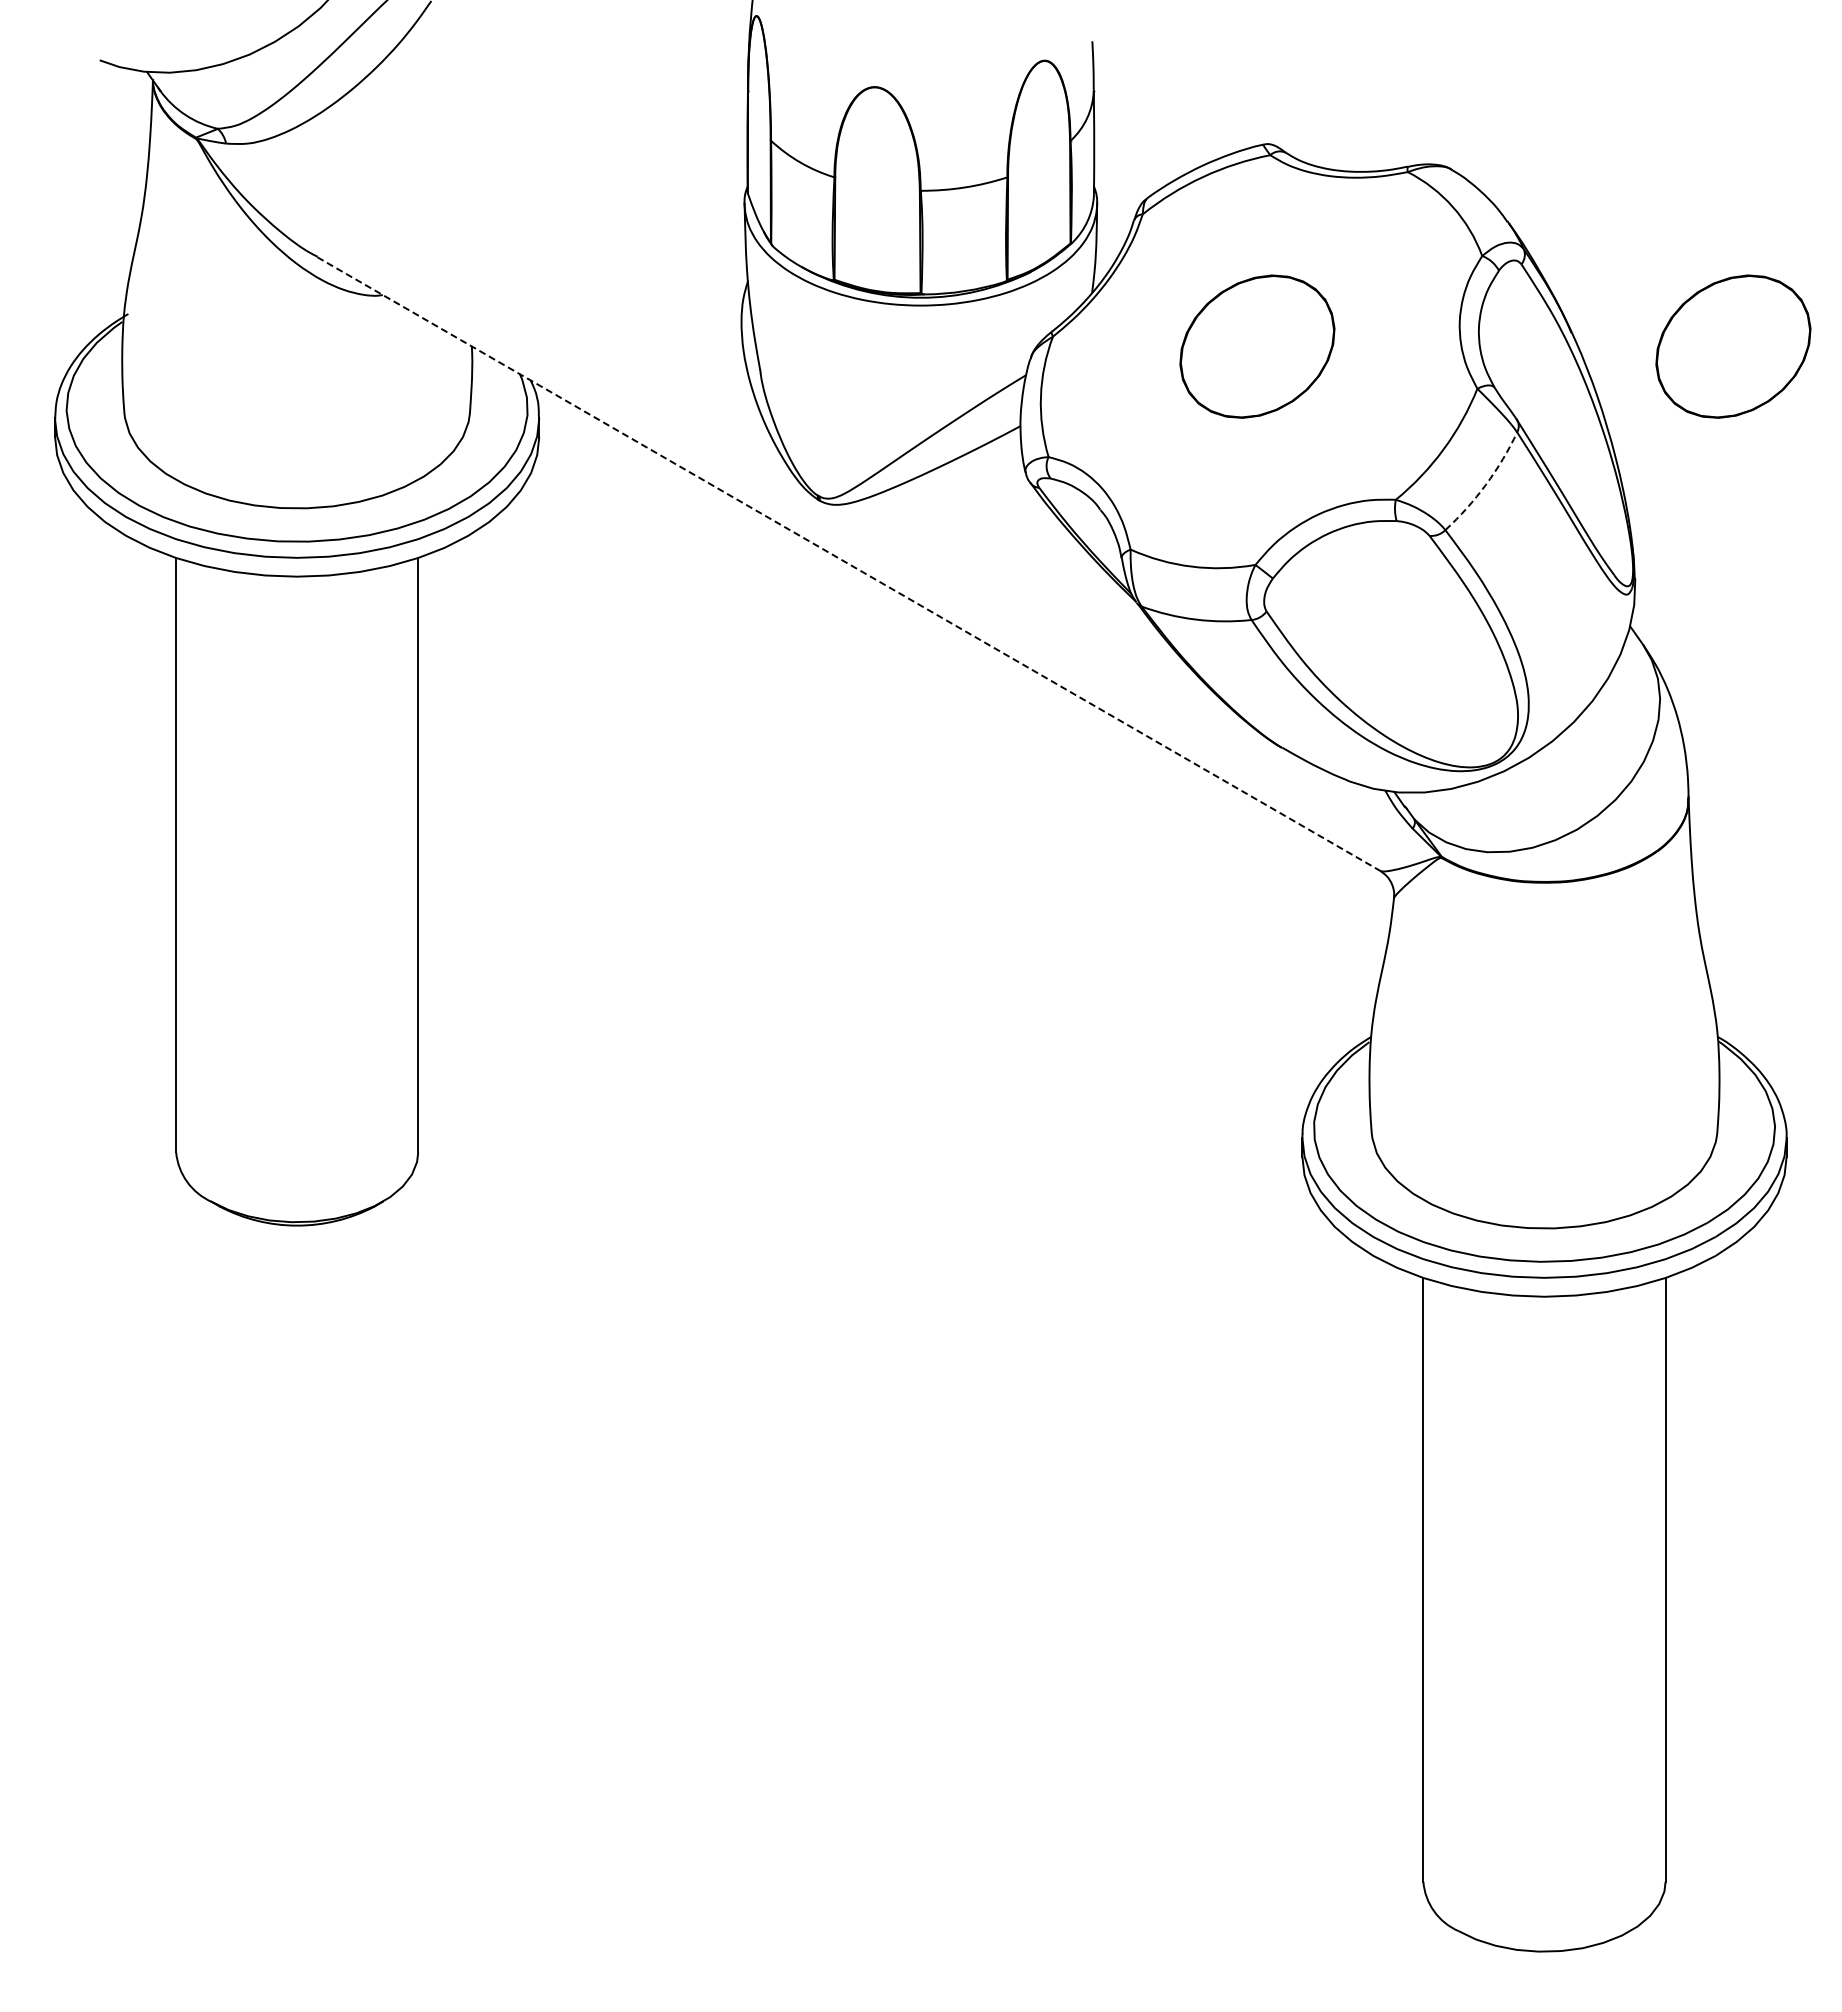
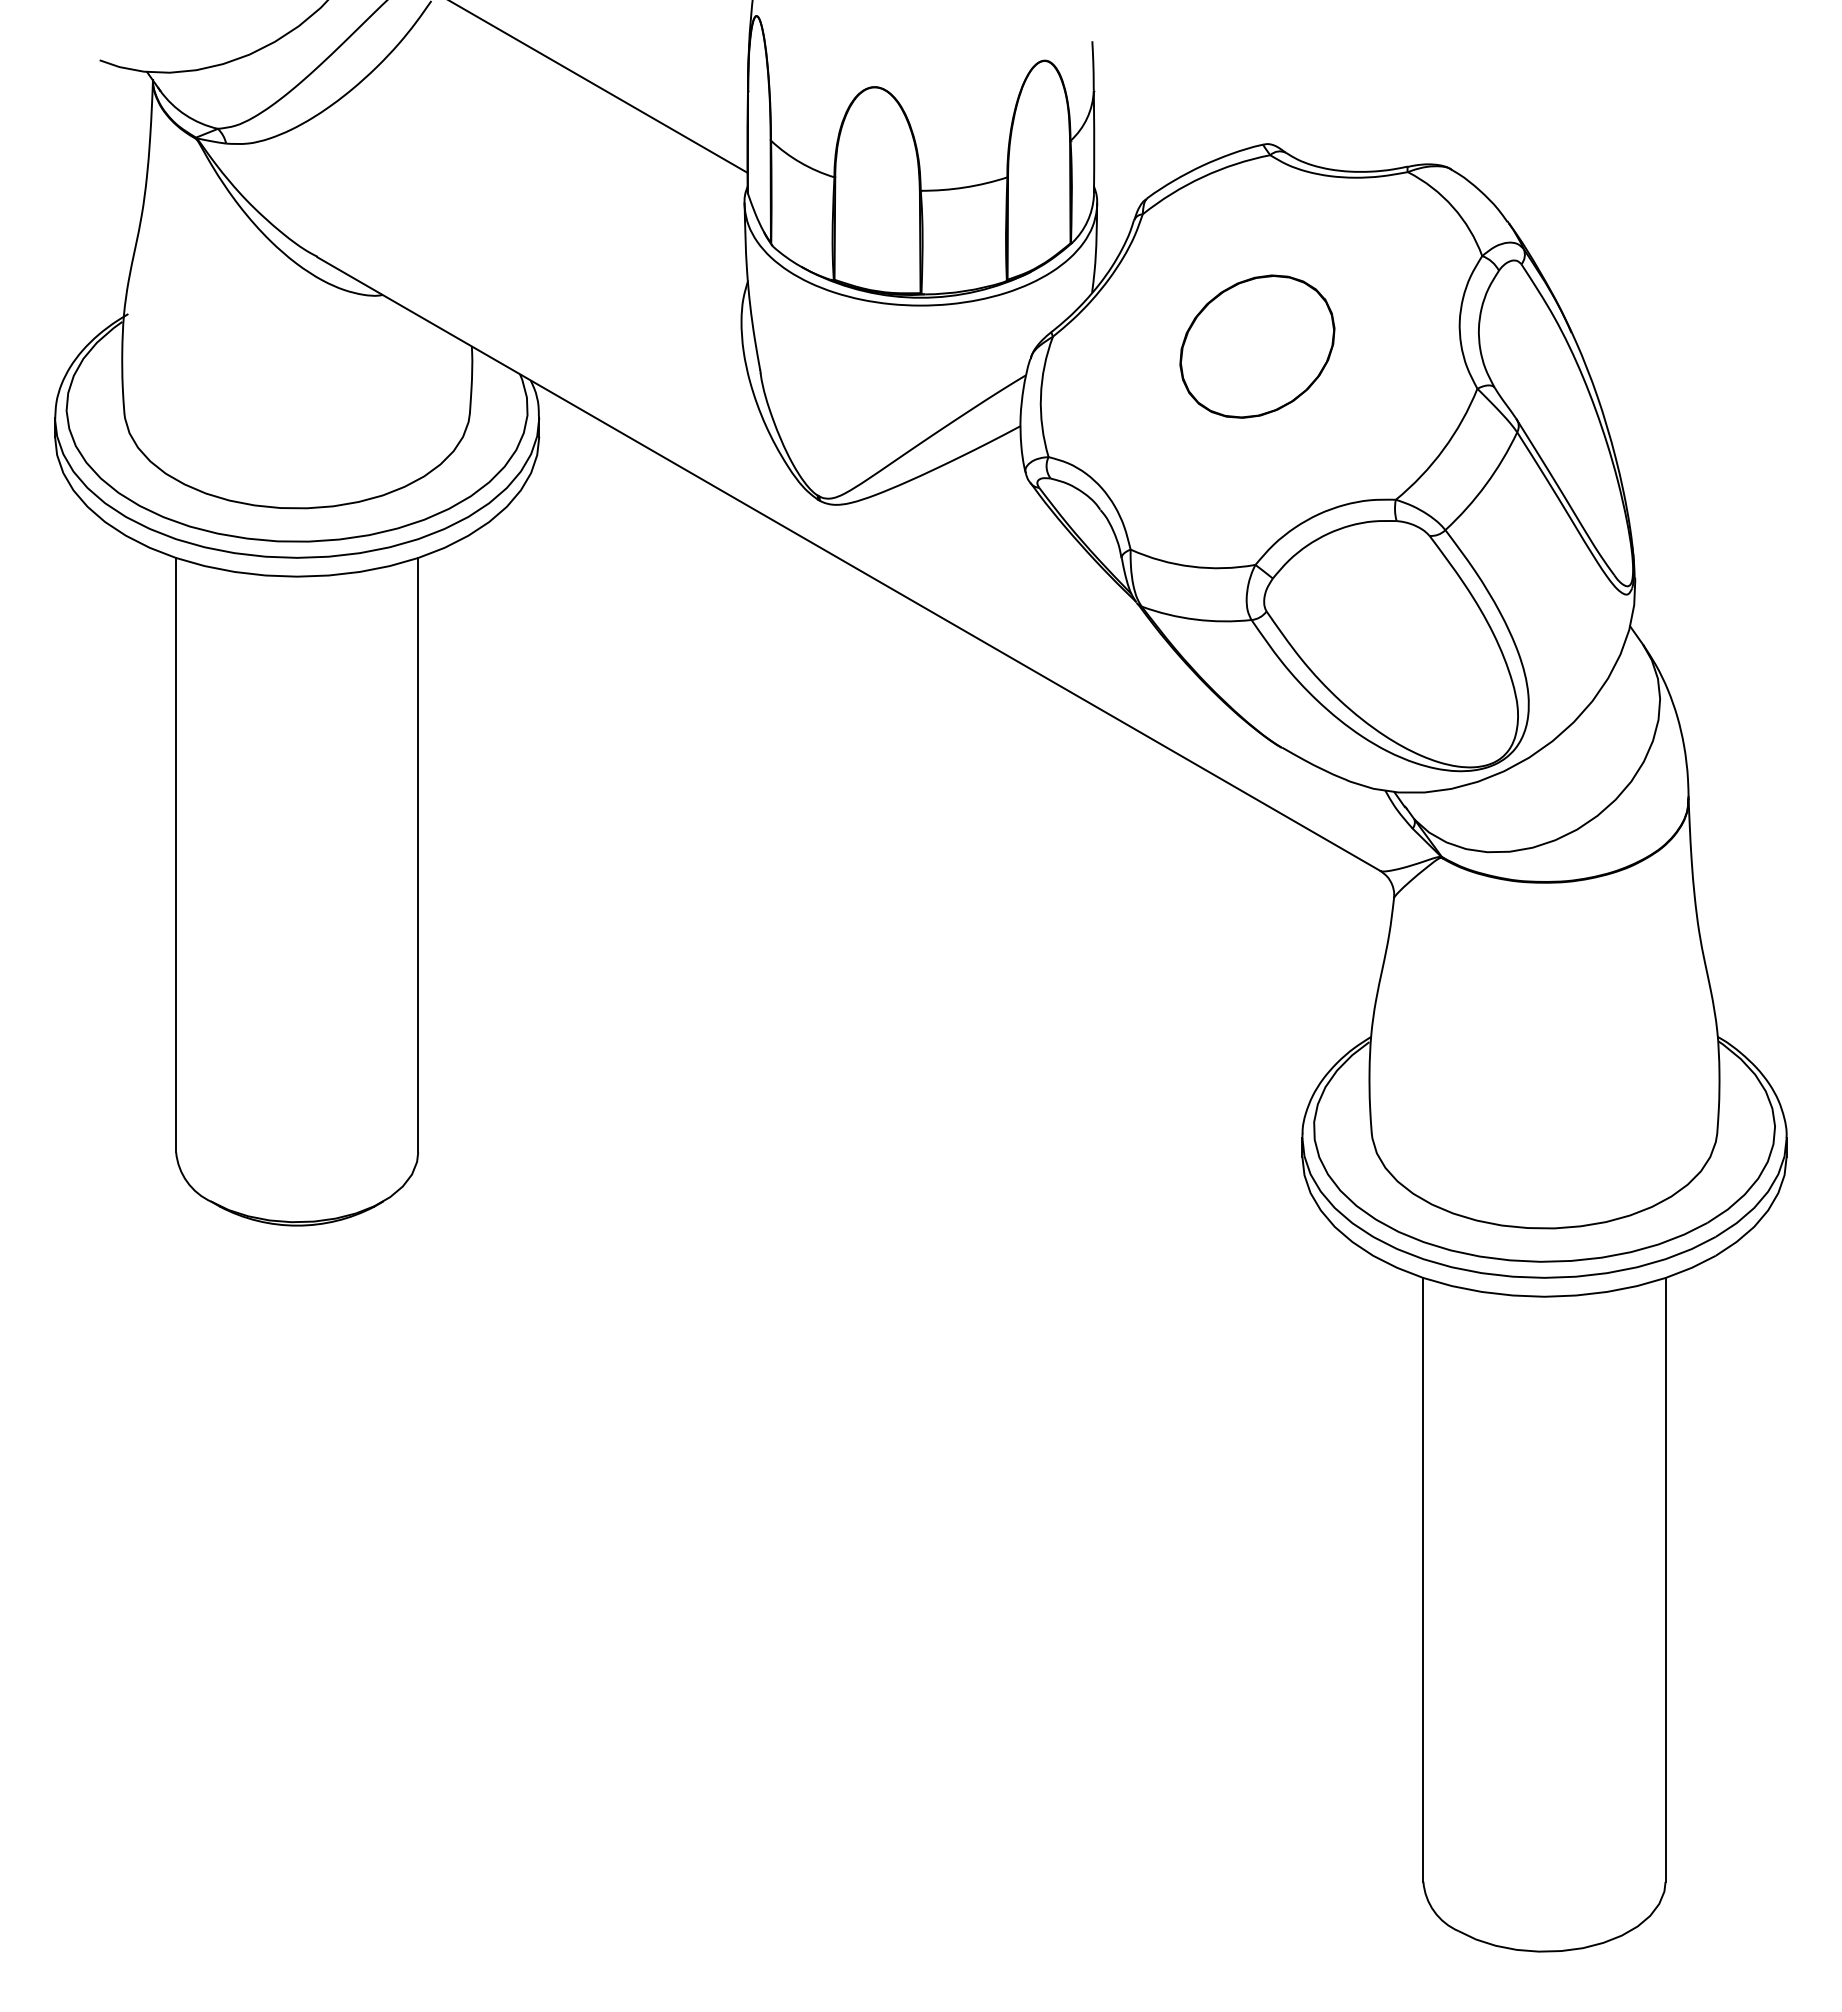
line at (599, 87): none -> present
part at (1733, 346): present -> none
arc at (1486, 484): dashed -> solid
line at (848, 564): dashed -> solid
